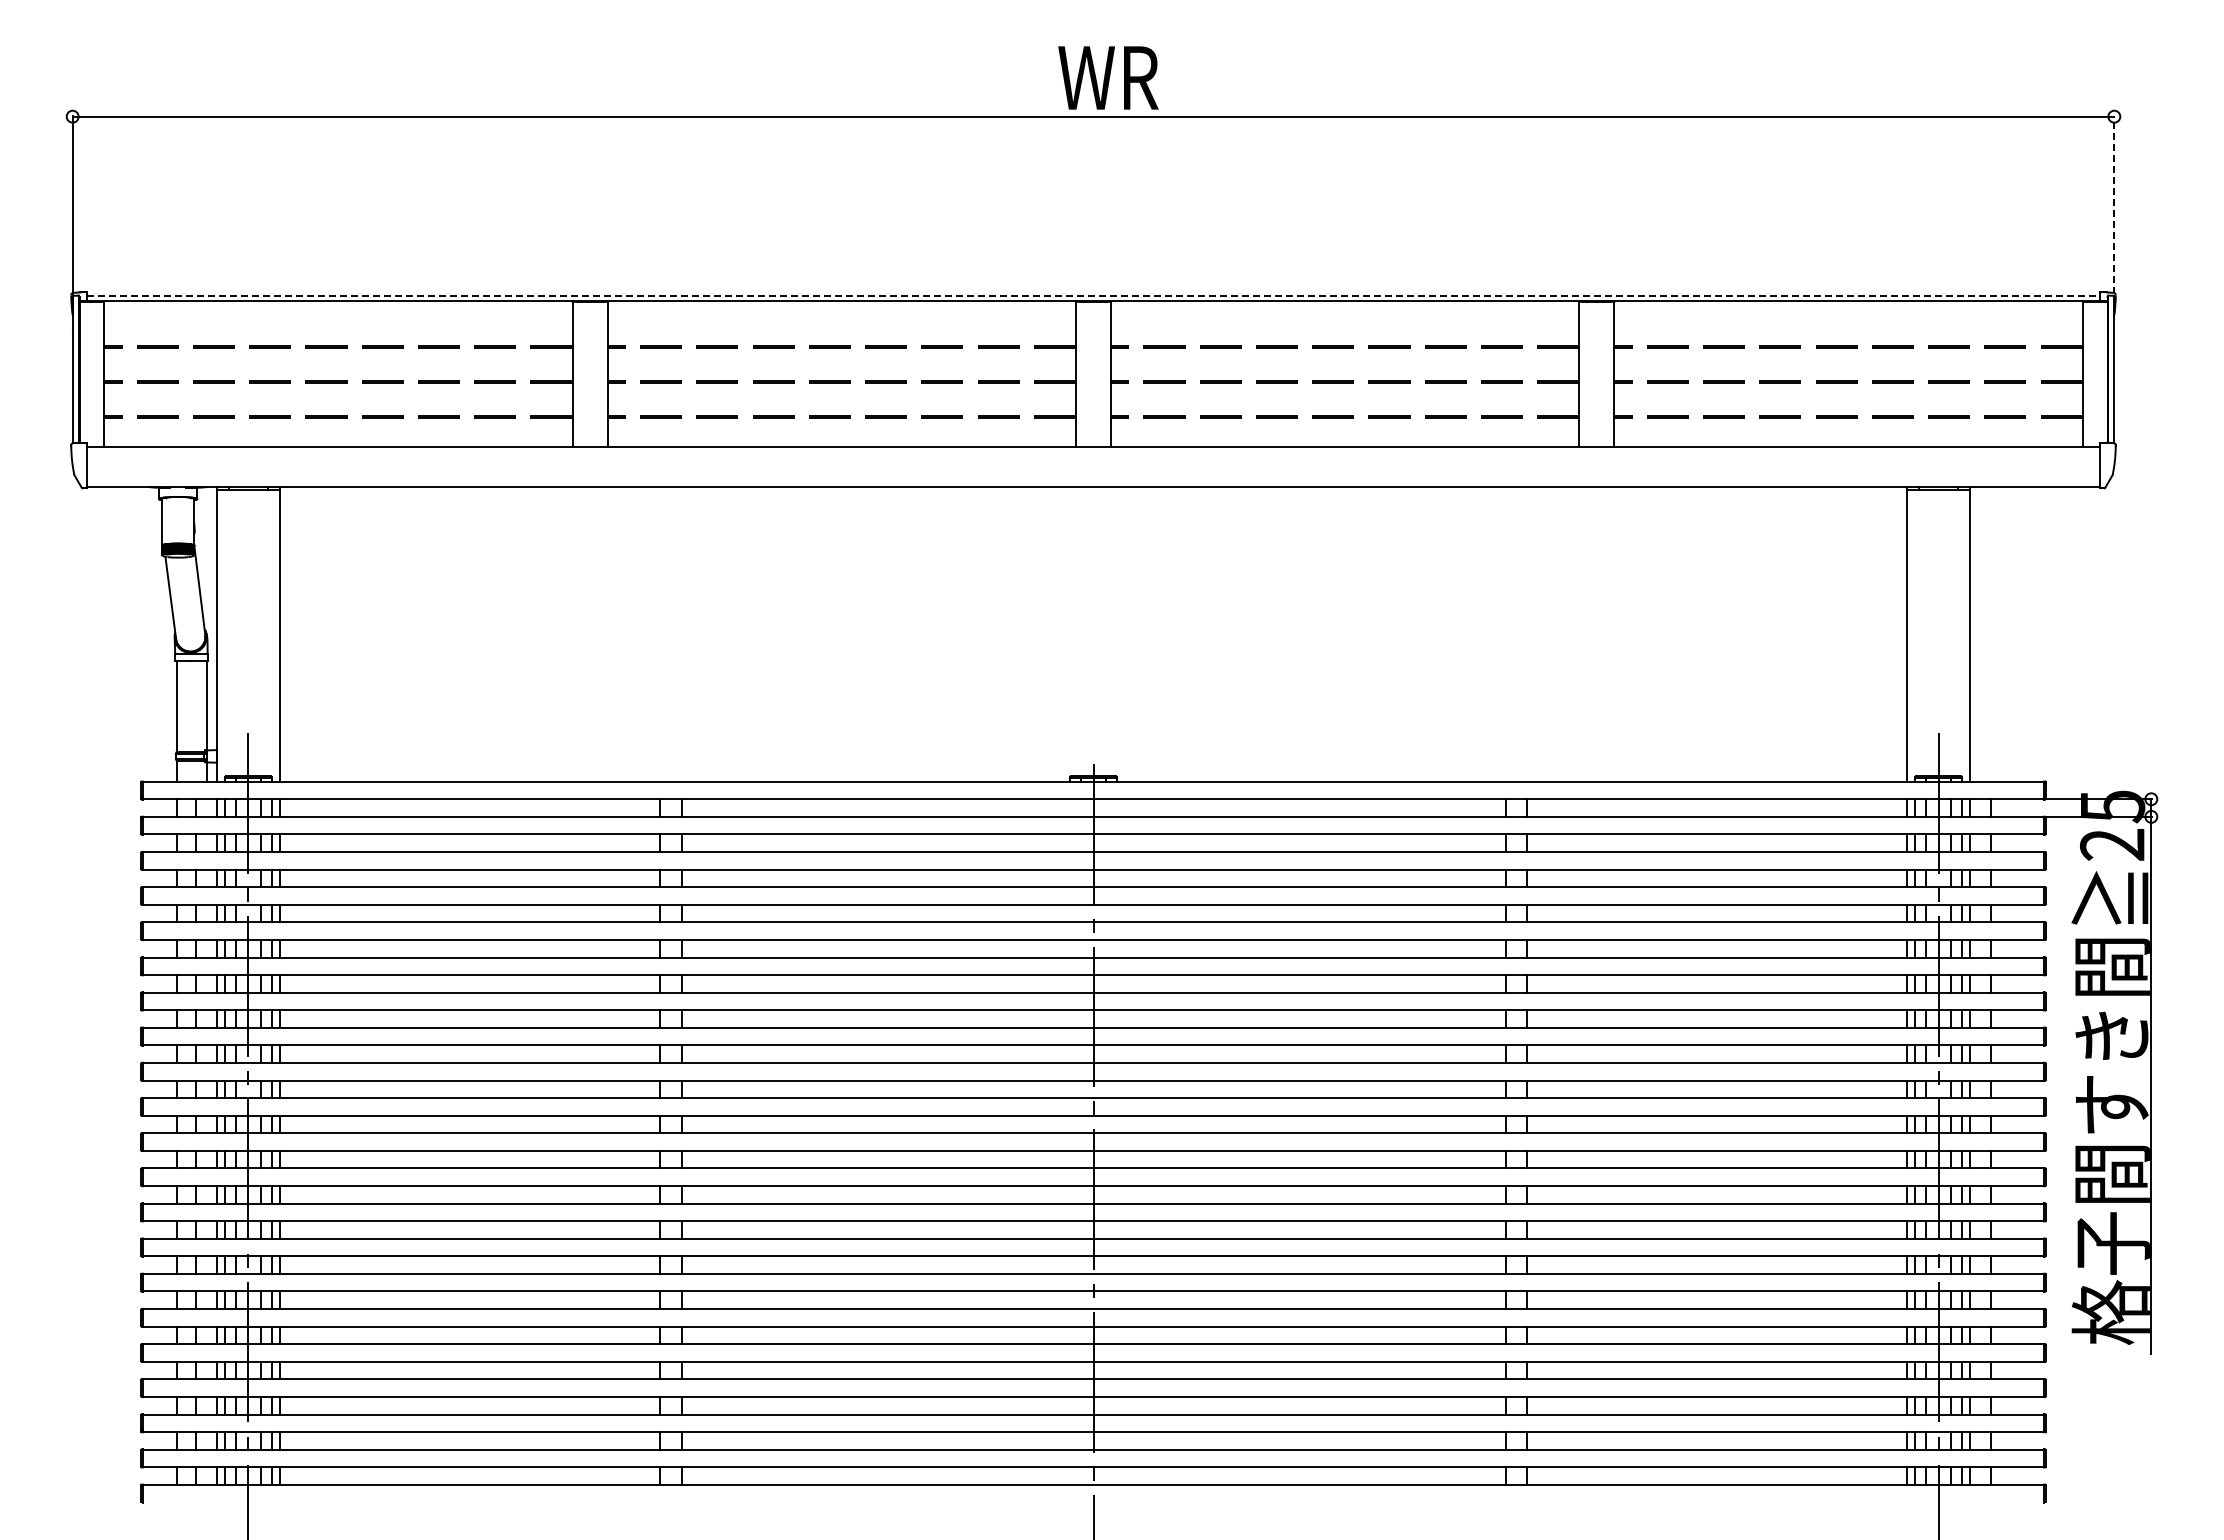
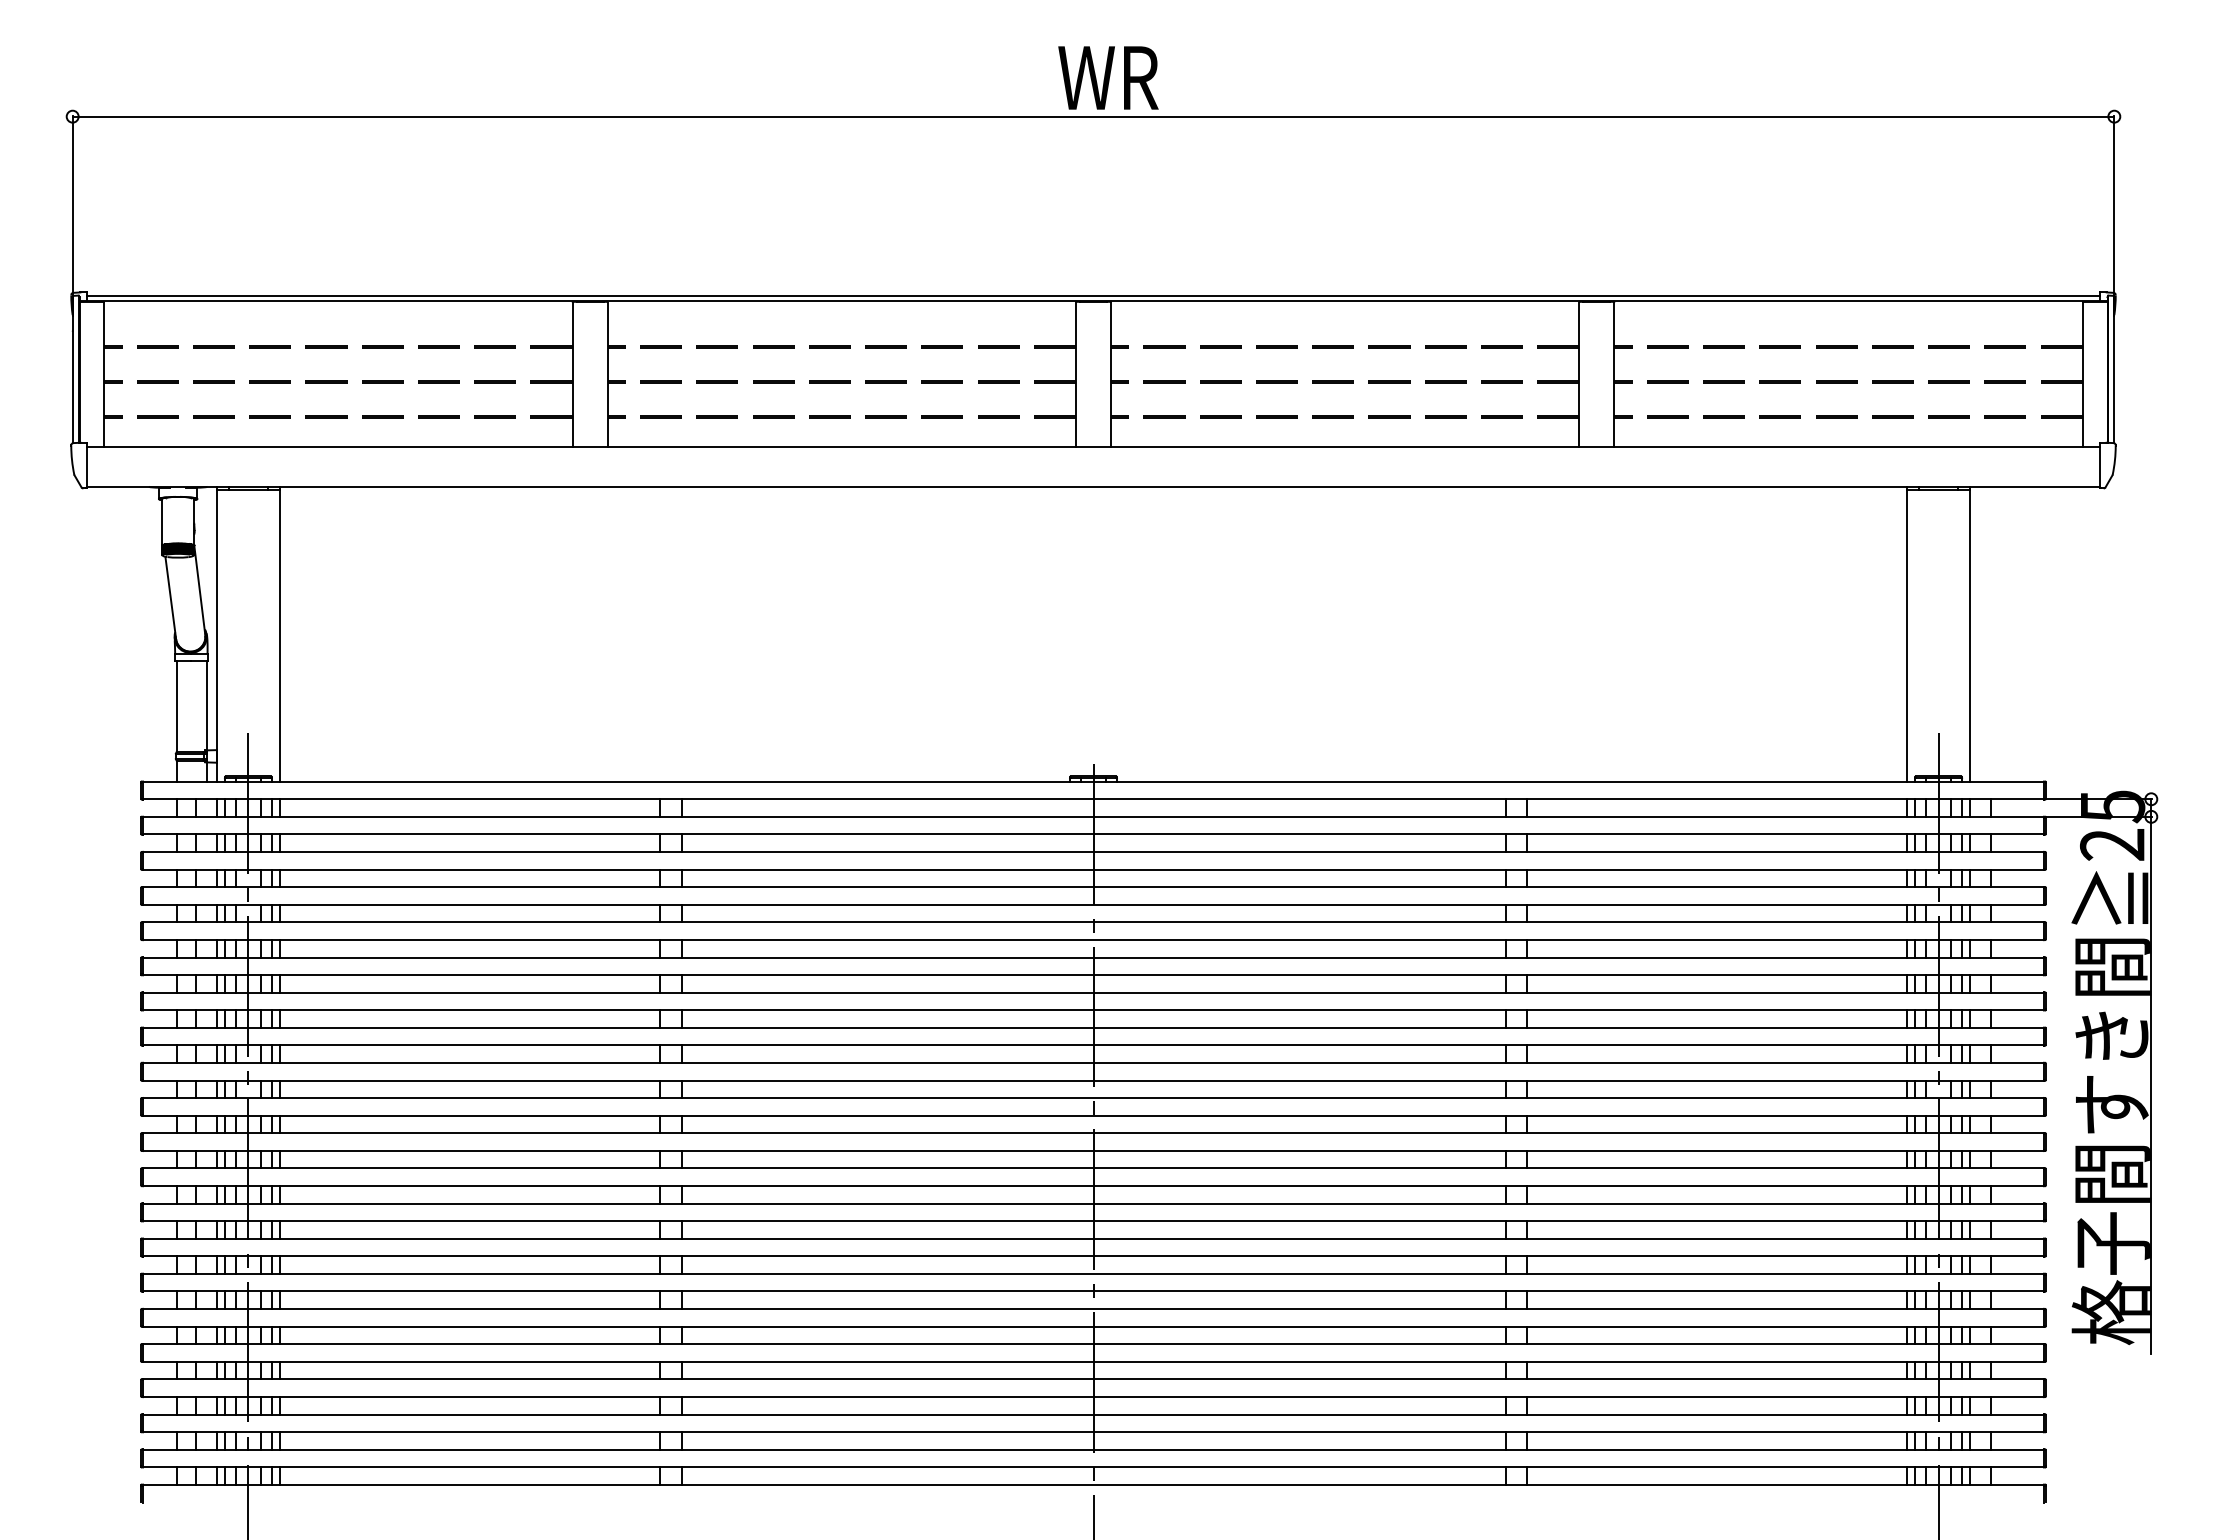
line at (2114, 215): dashed -> solid
line at (1093, 296): dashed -> solid
